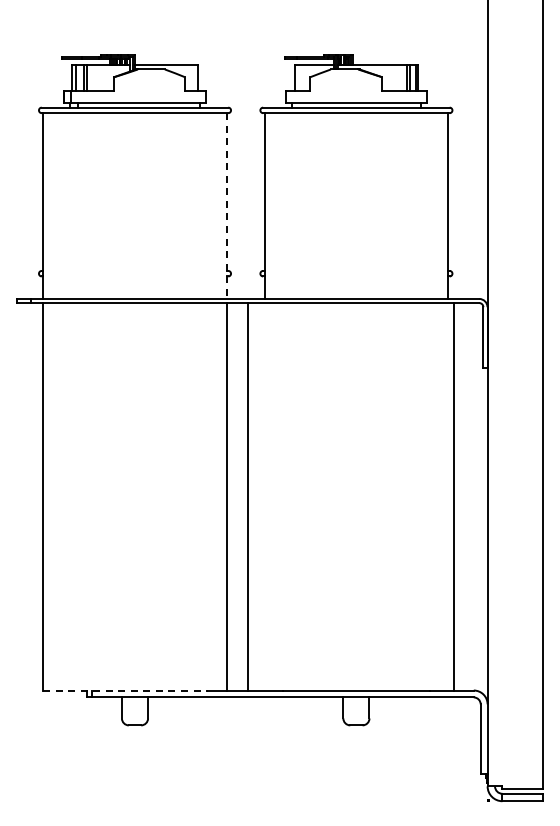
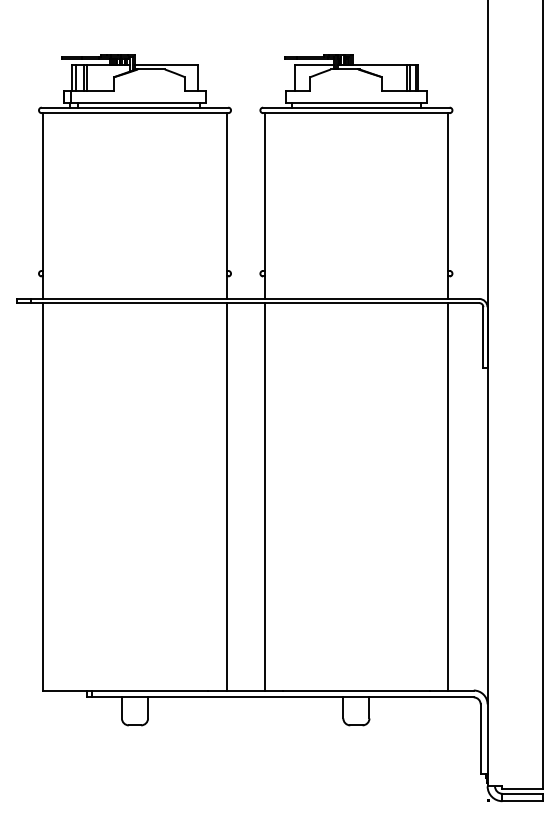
line at (226, 206): dashed -> solid
line at (247, 496) position: (247, 496) -> (264, 496)
line at (454, 496) position: (454, 496) -> (448, 496)
line at (125, 690): dashed -> solid
